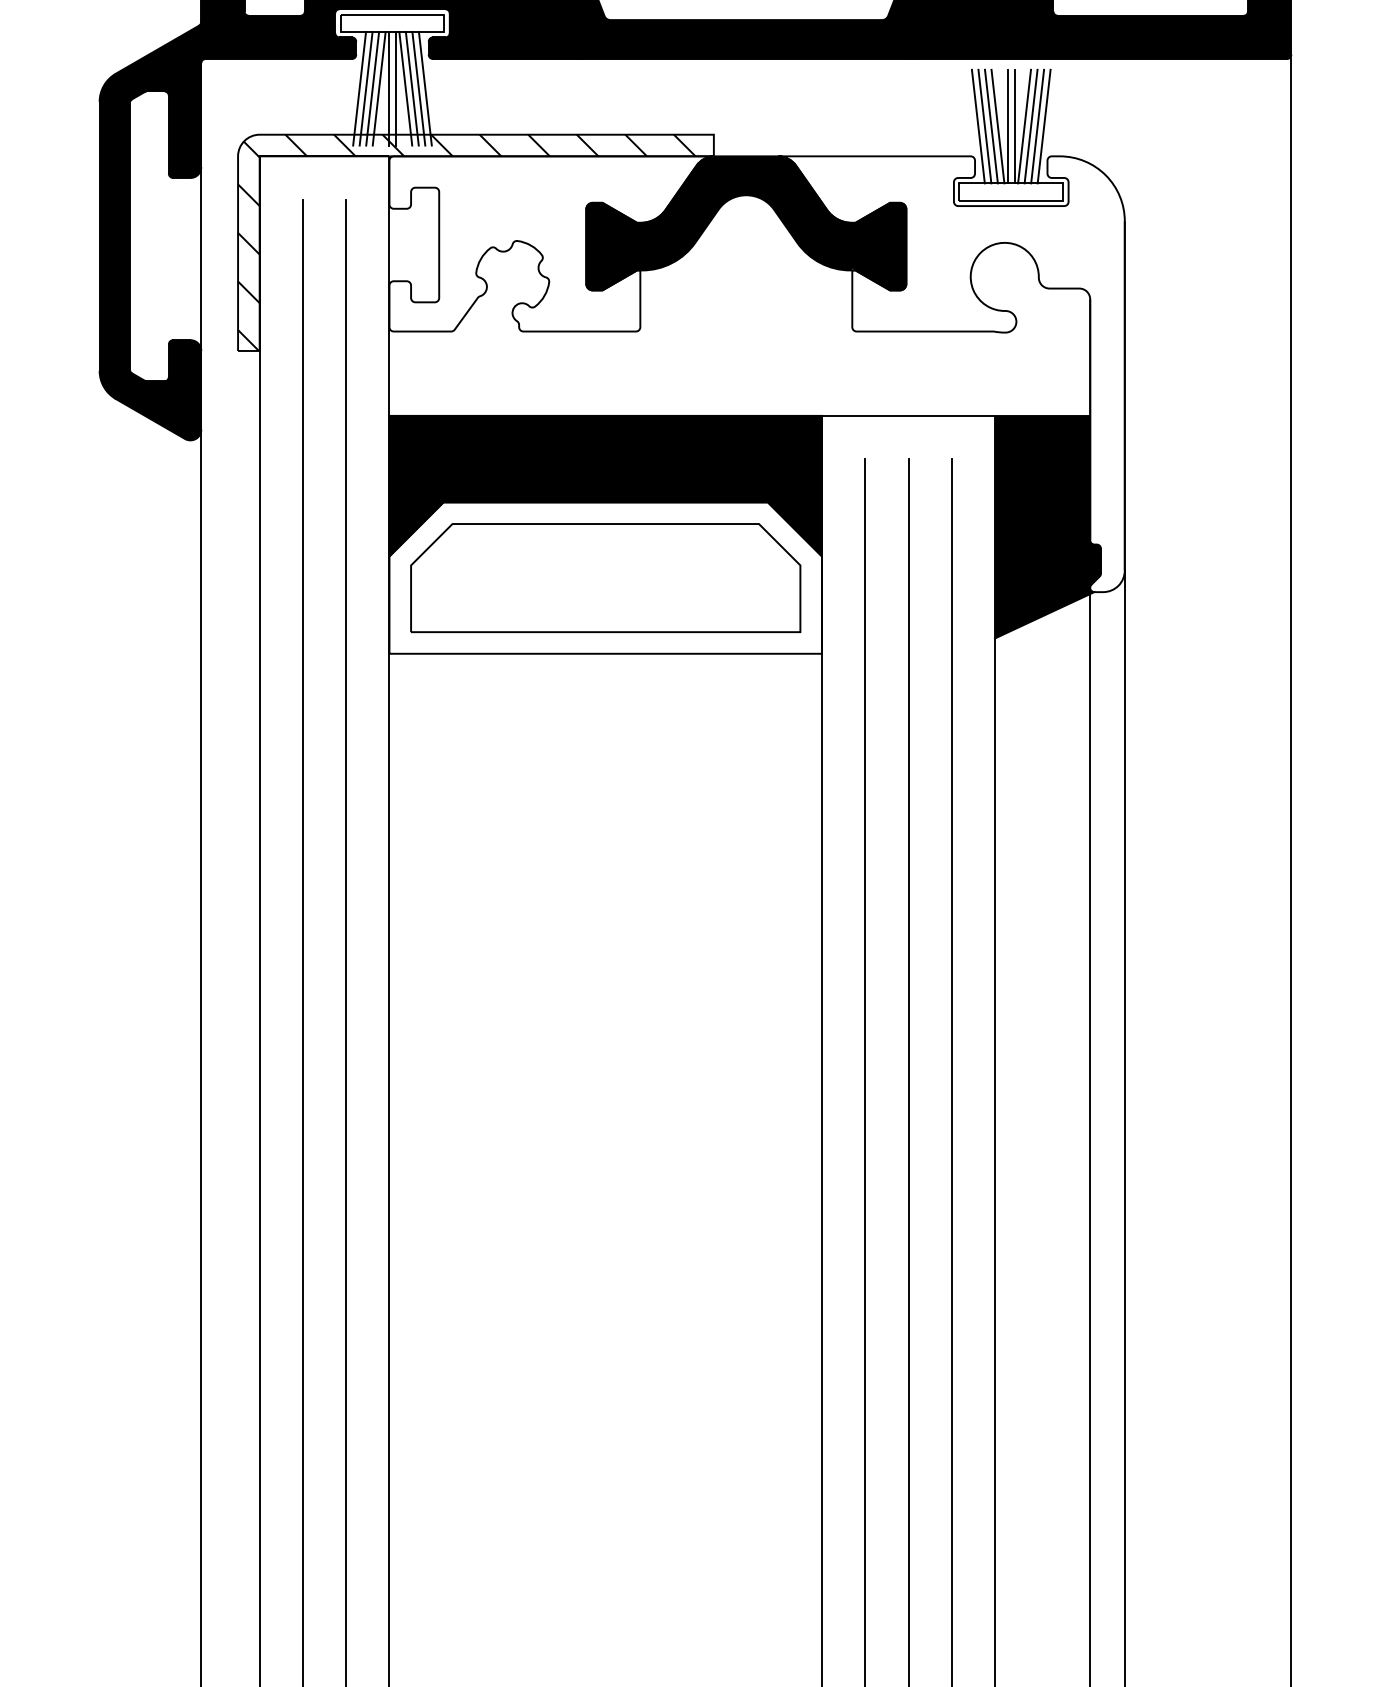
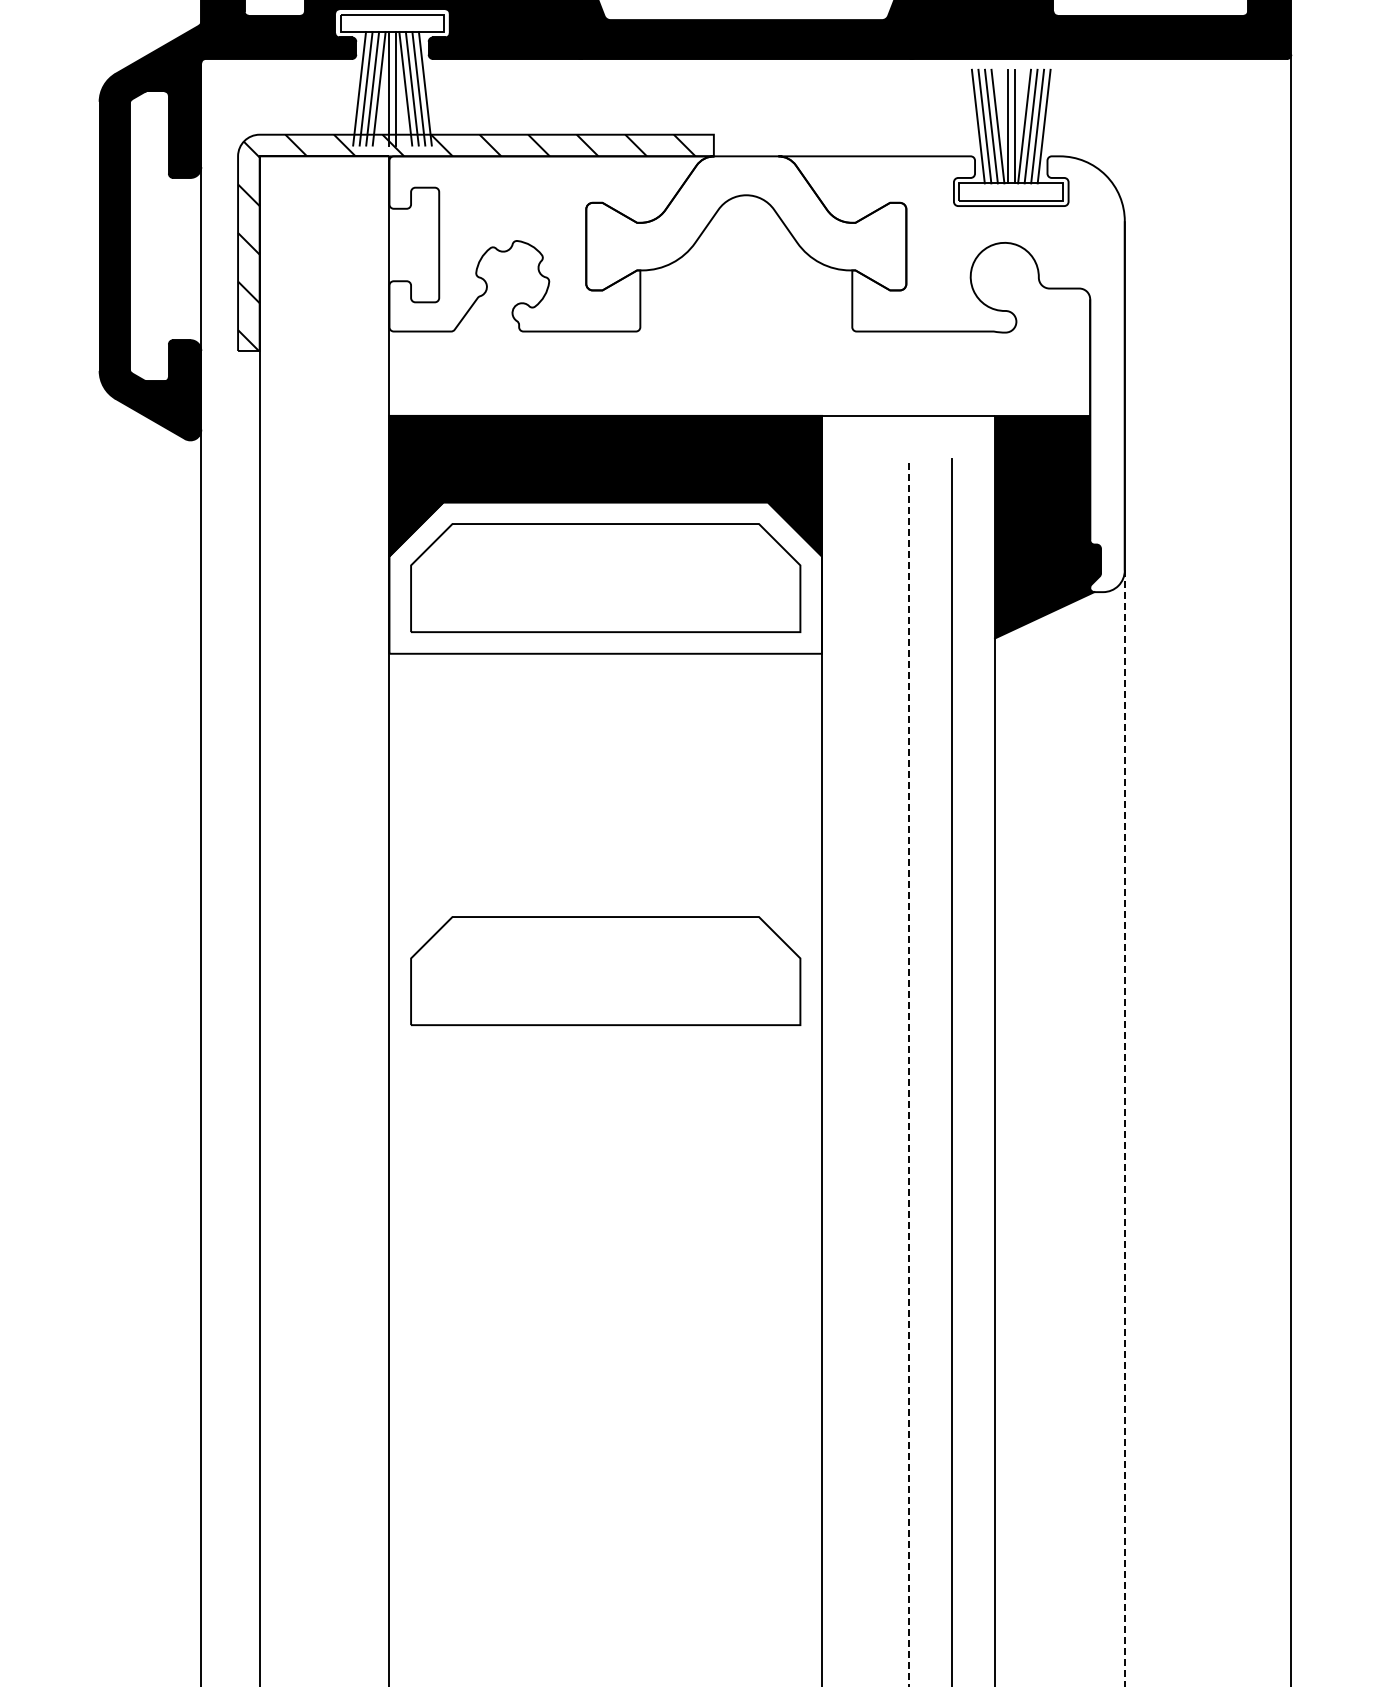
fill at (746, 223): present -> none
line at (302, 941): present -> none
line at (346, 941): present -> none
part at (605, 970): none -> present
line at (865, 1071): present -> none
line at (908, 1072): solid -> dashed
line at (1124, 1128): solid -> dashed
line at (1090, 1135): present -> none
